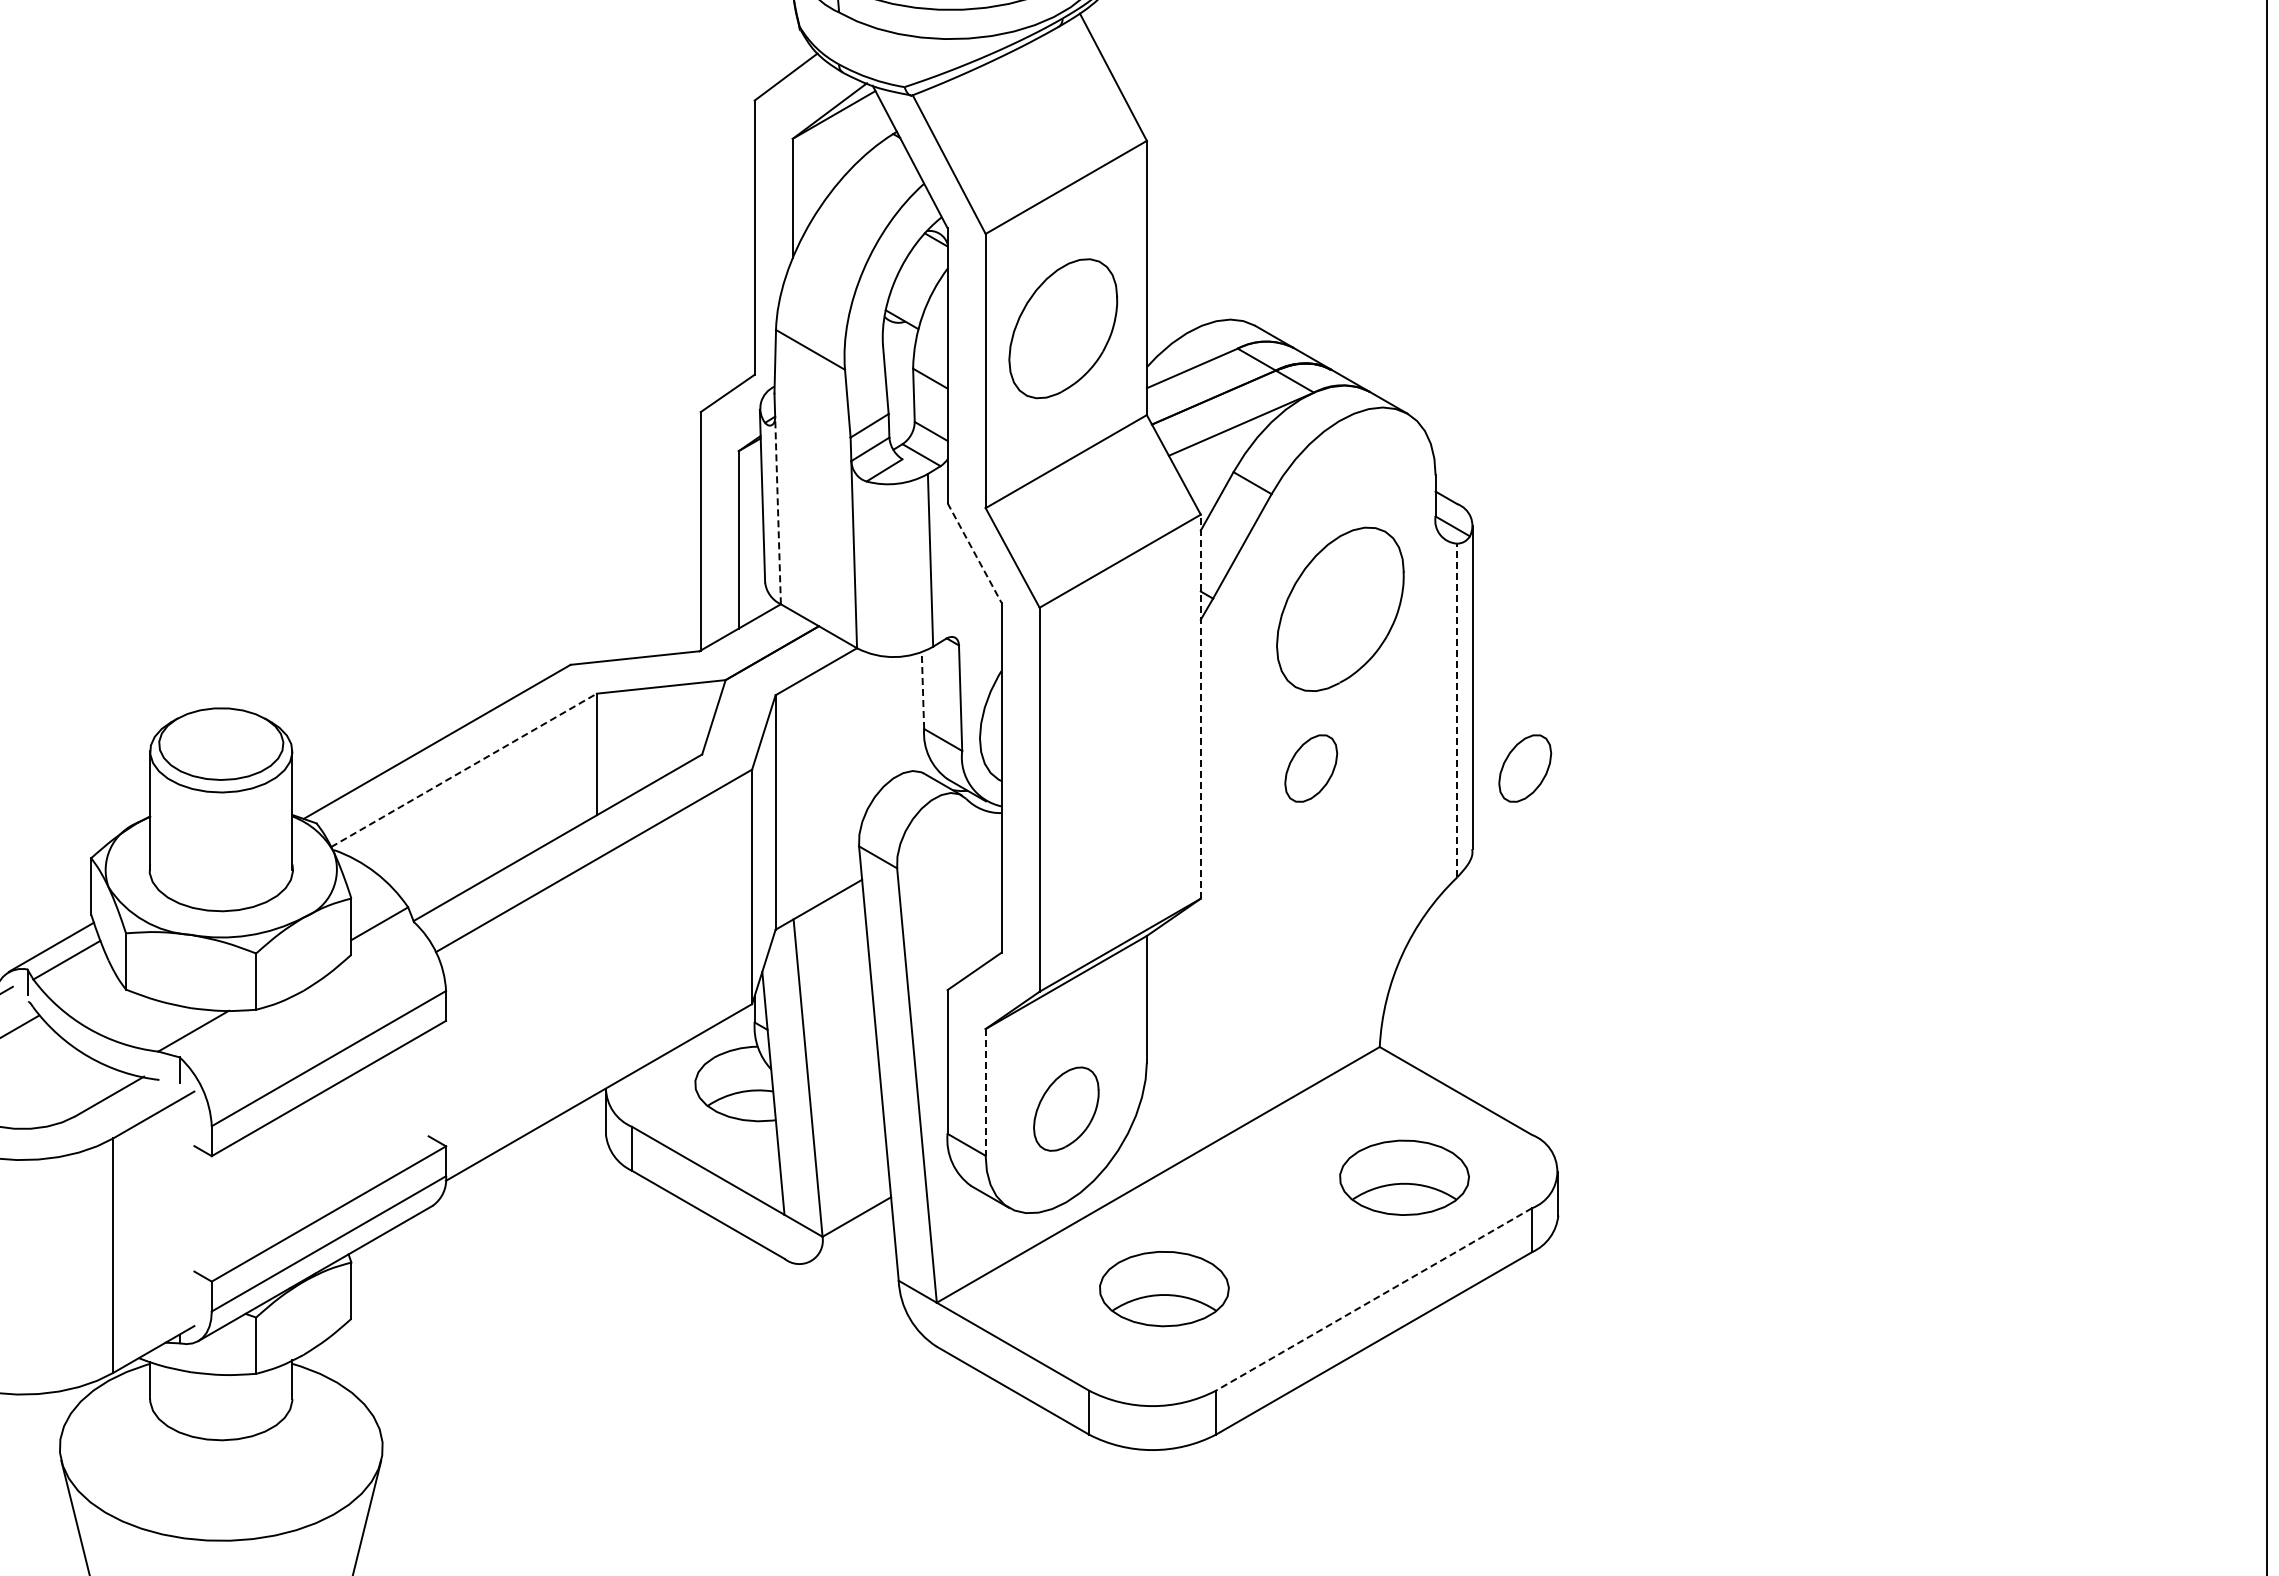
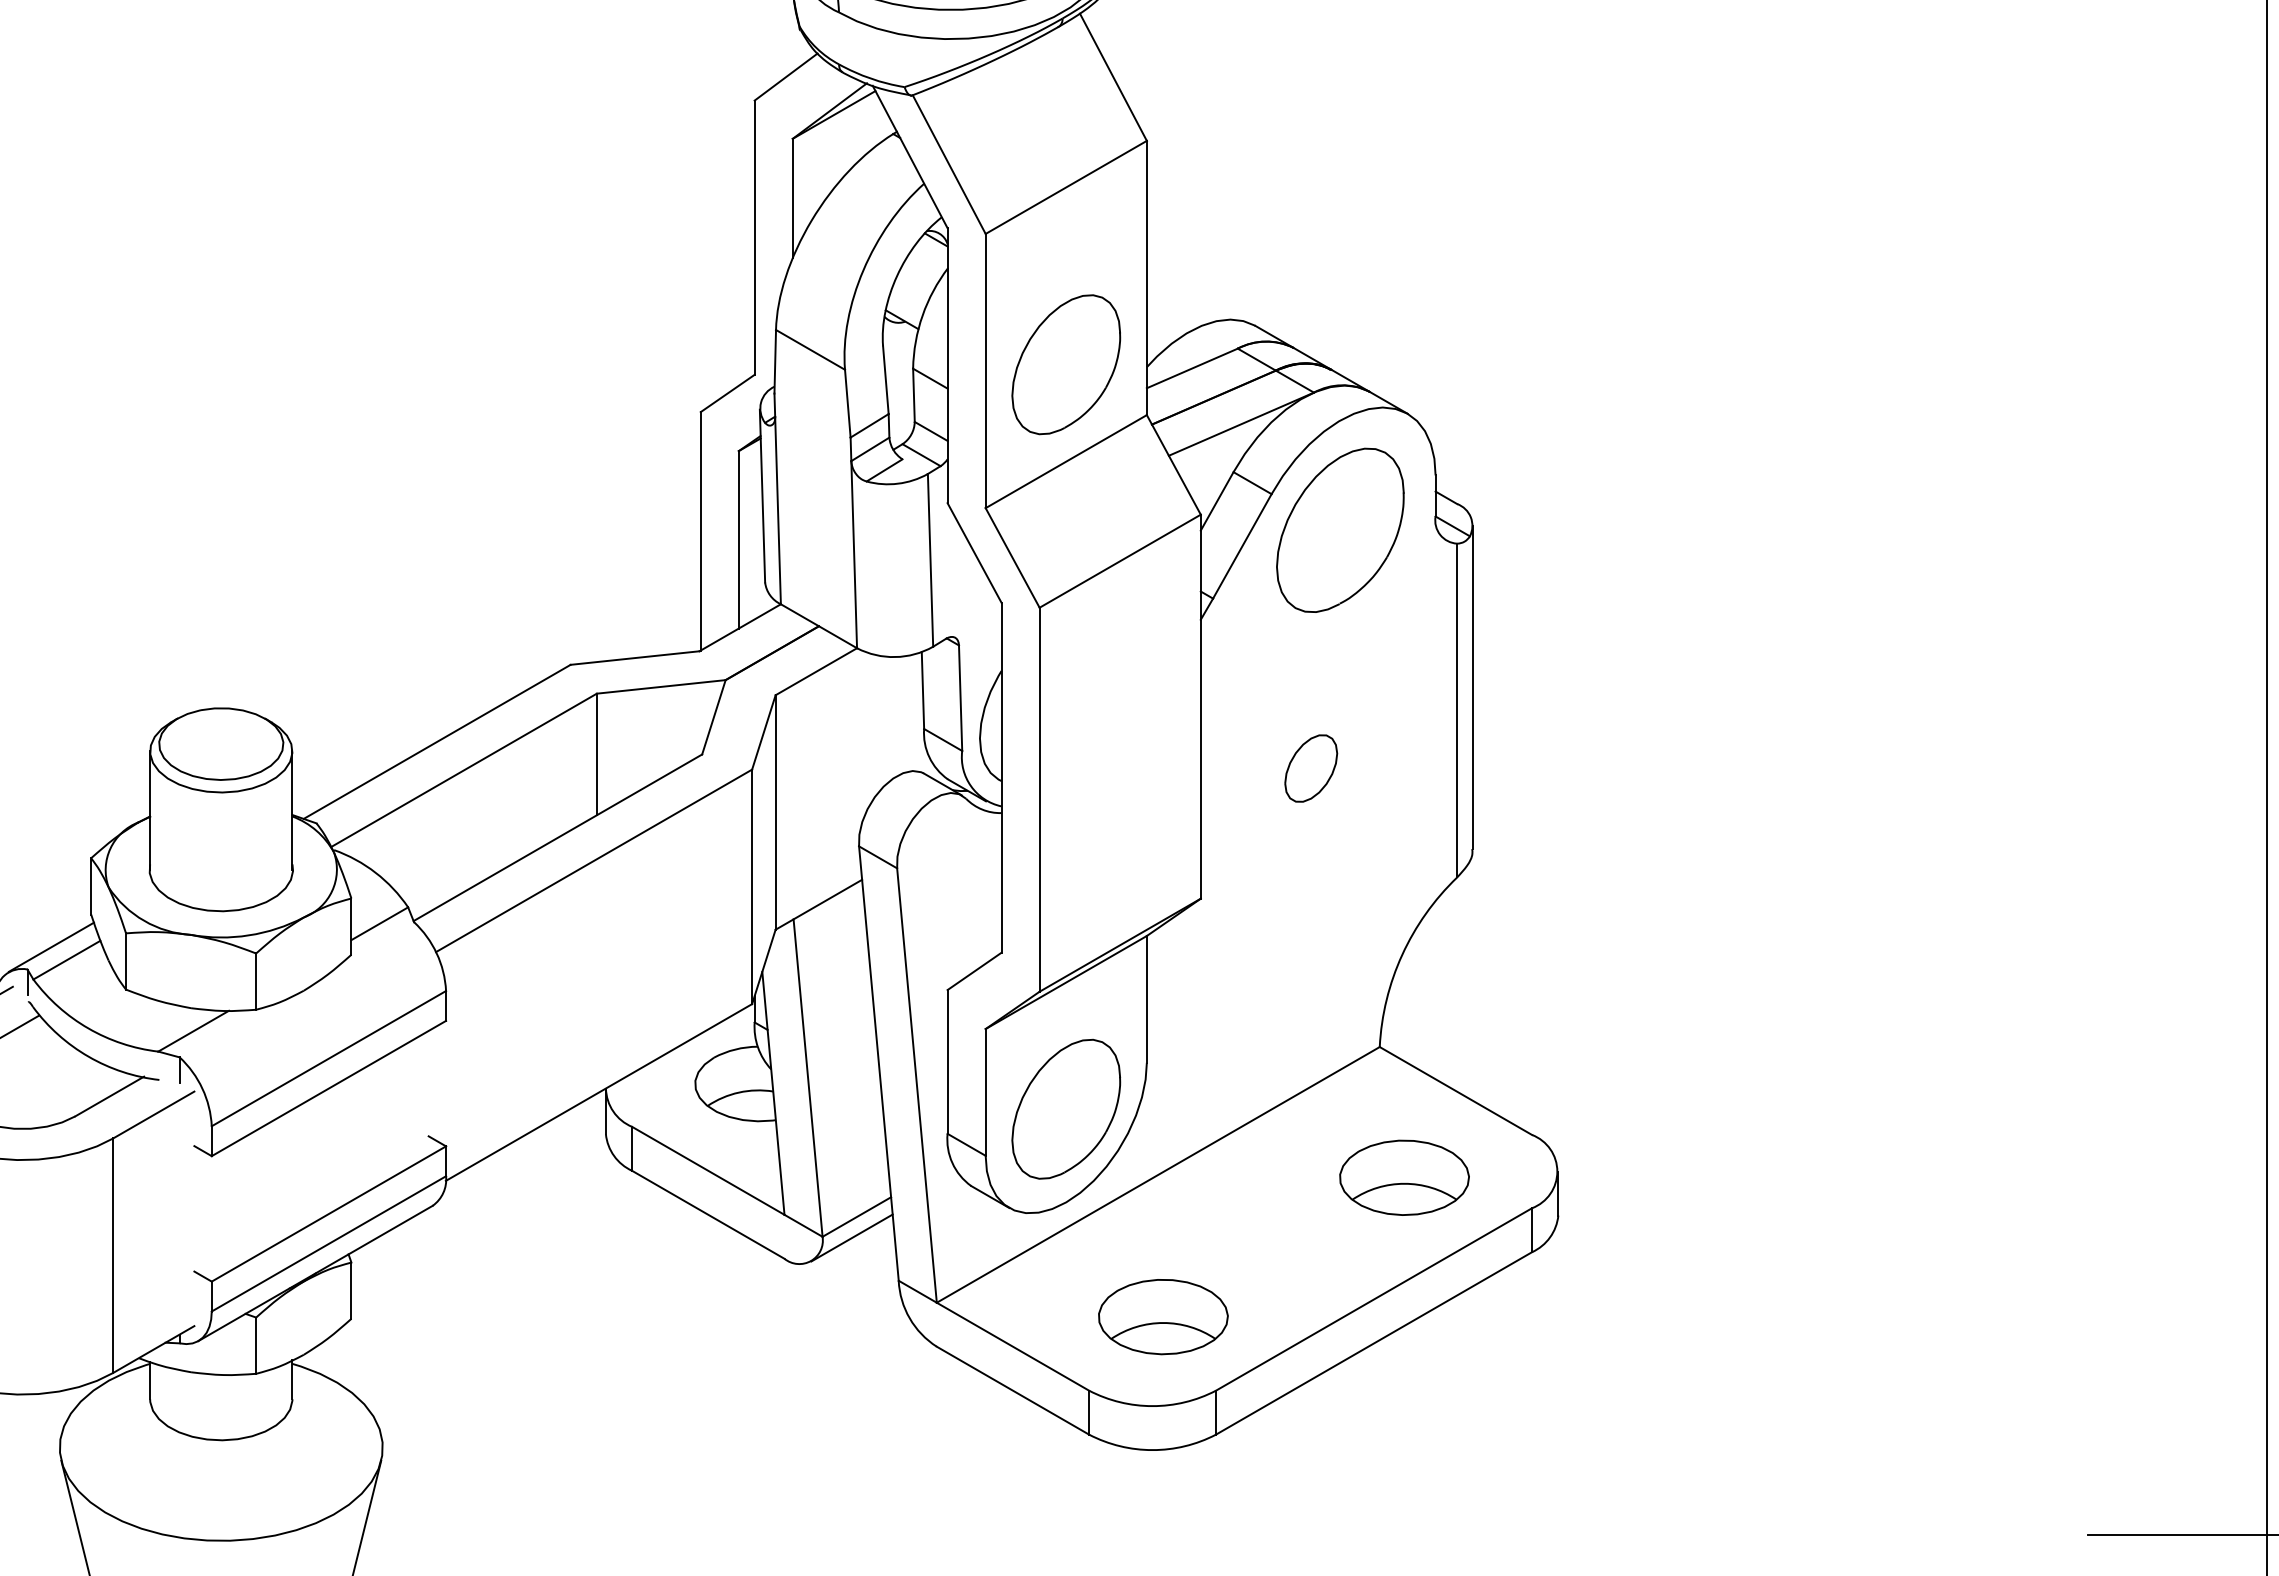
part at (1063, 328) position: (1063, 328) -> (1066, 364)
line at (778, 510): dashed -> solid
line at (974, 552): dashed -> solid
part at (1340, 608) position: (1340, 608) -> (1340, 529)
line at (922, 690): dashed -> solid
line at (1200, 706): dashed -> solid
line at (1457, 710): dashed -> solid
part at (1525, 768): present -> none
line at (464, 770): dashed -> solid
line at (985, 1092): dashed -> solid
part at (1066, 1108) size: 67x86 px -> 111x142 px
line at (851, 1237): none -> present
part at (1164, 1289) position: (1164, 1289) -> (1163, 1317)
line at (1373, 1299): dashed -> solid
line at (2181, 1535): none -> present
